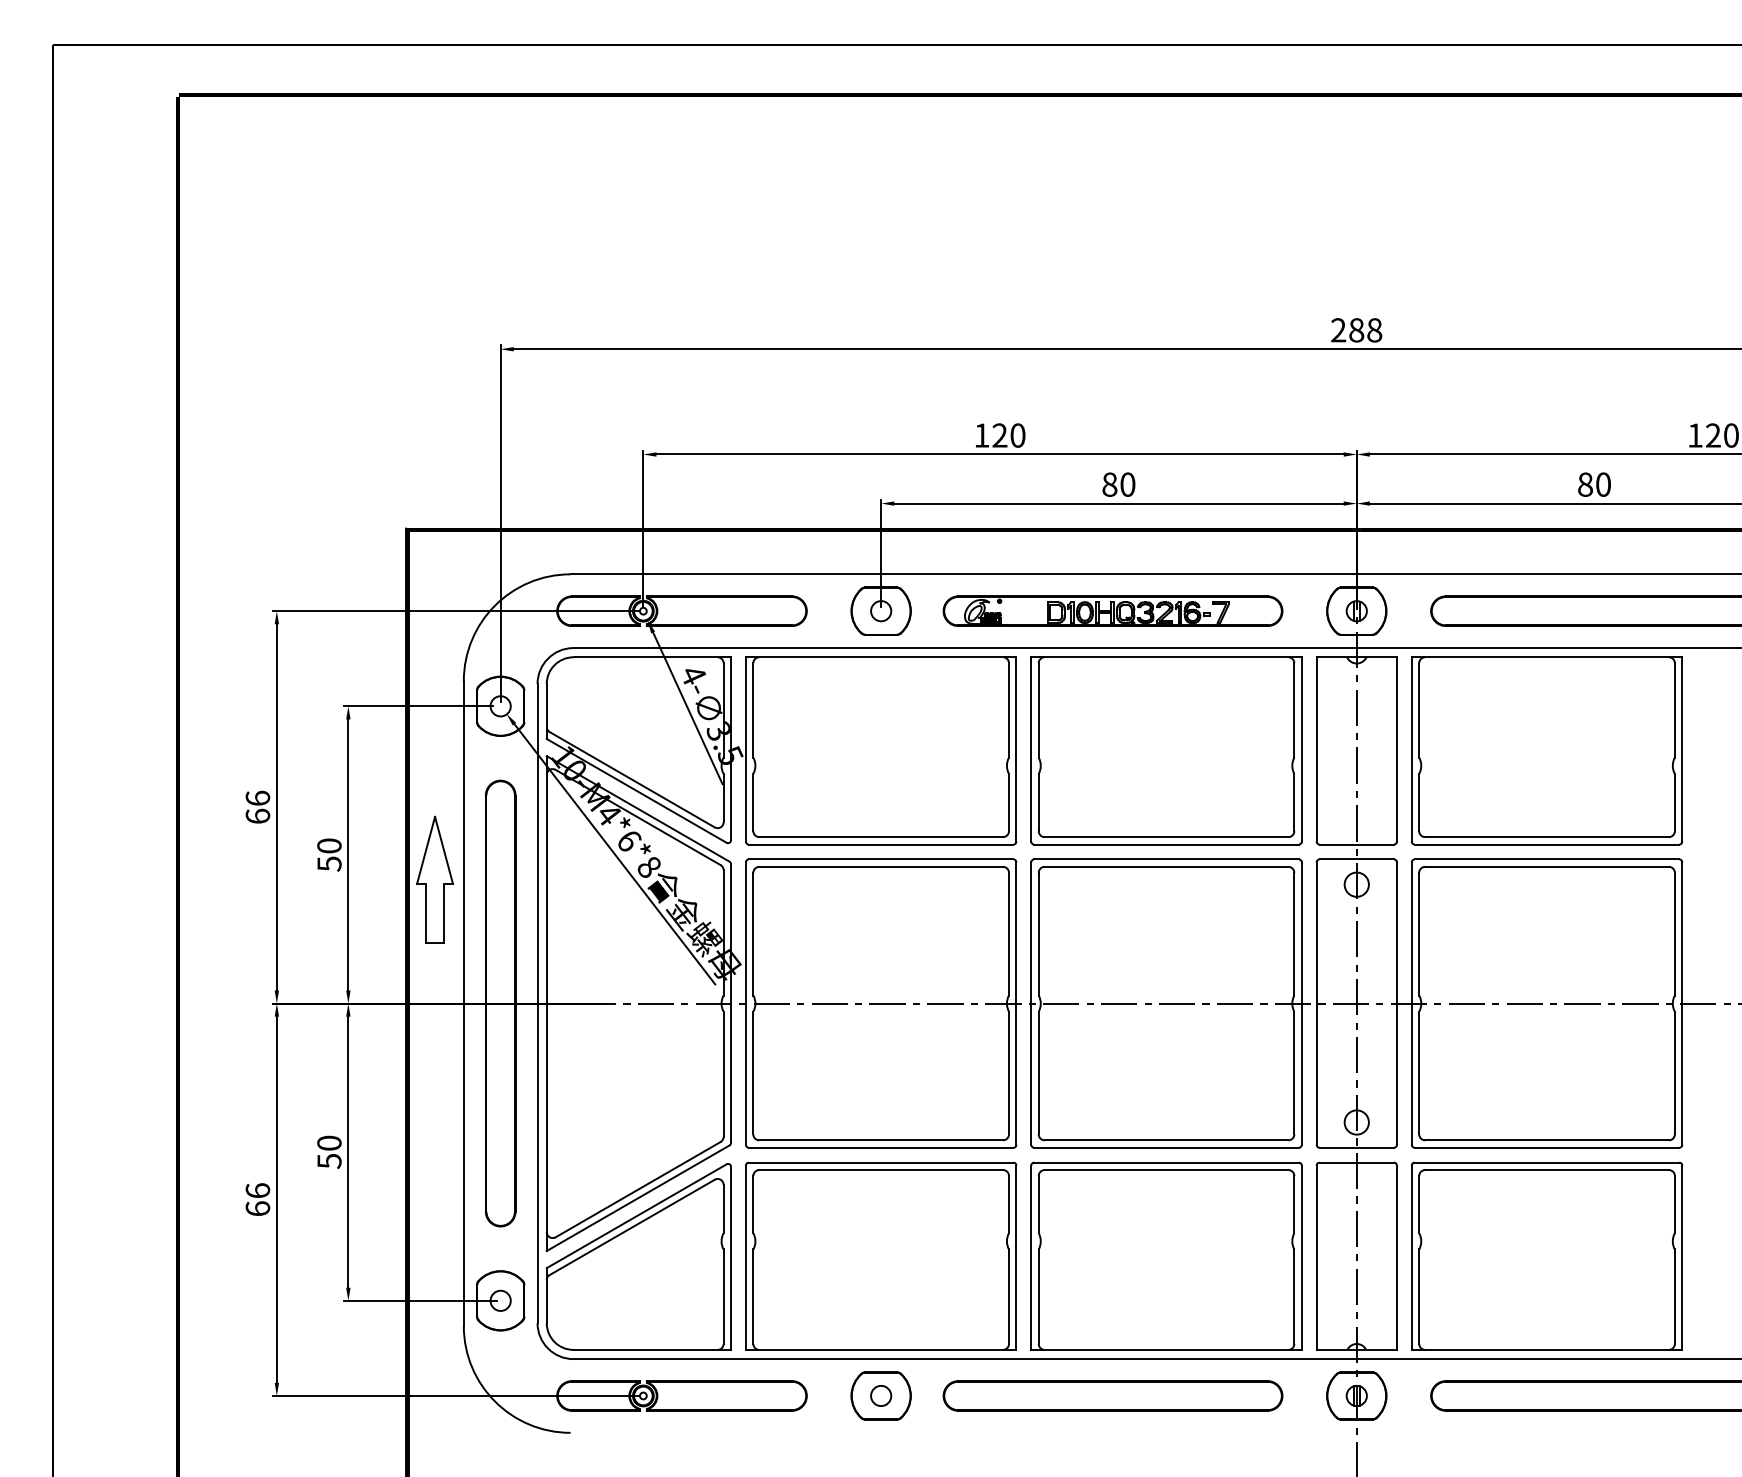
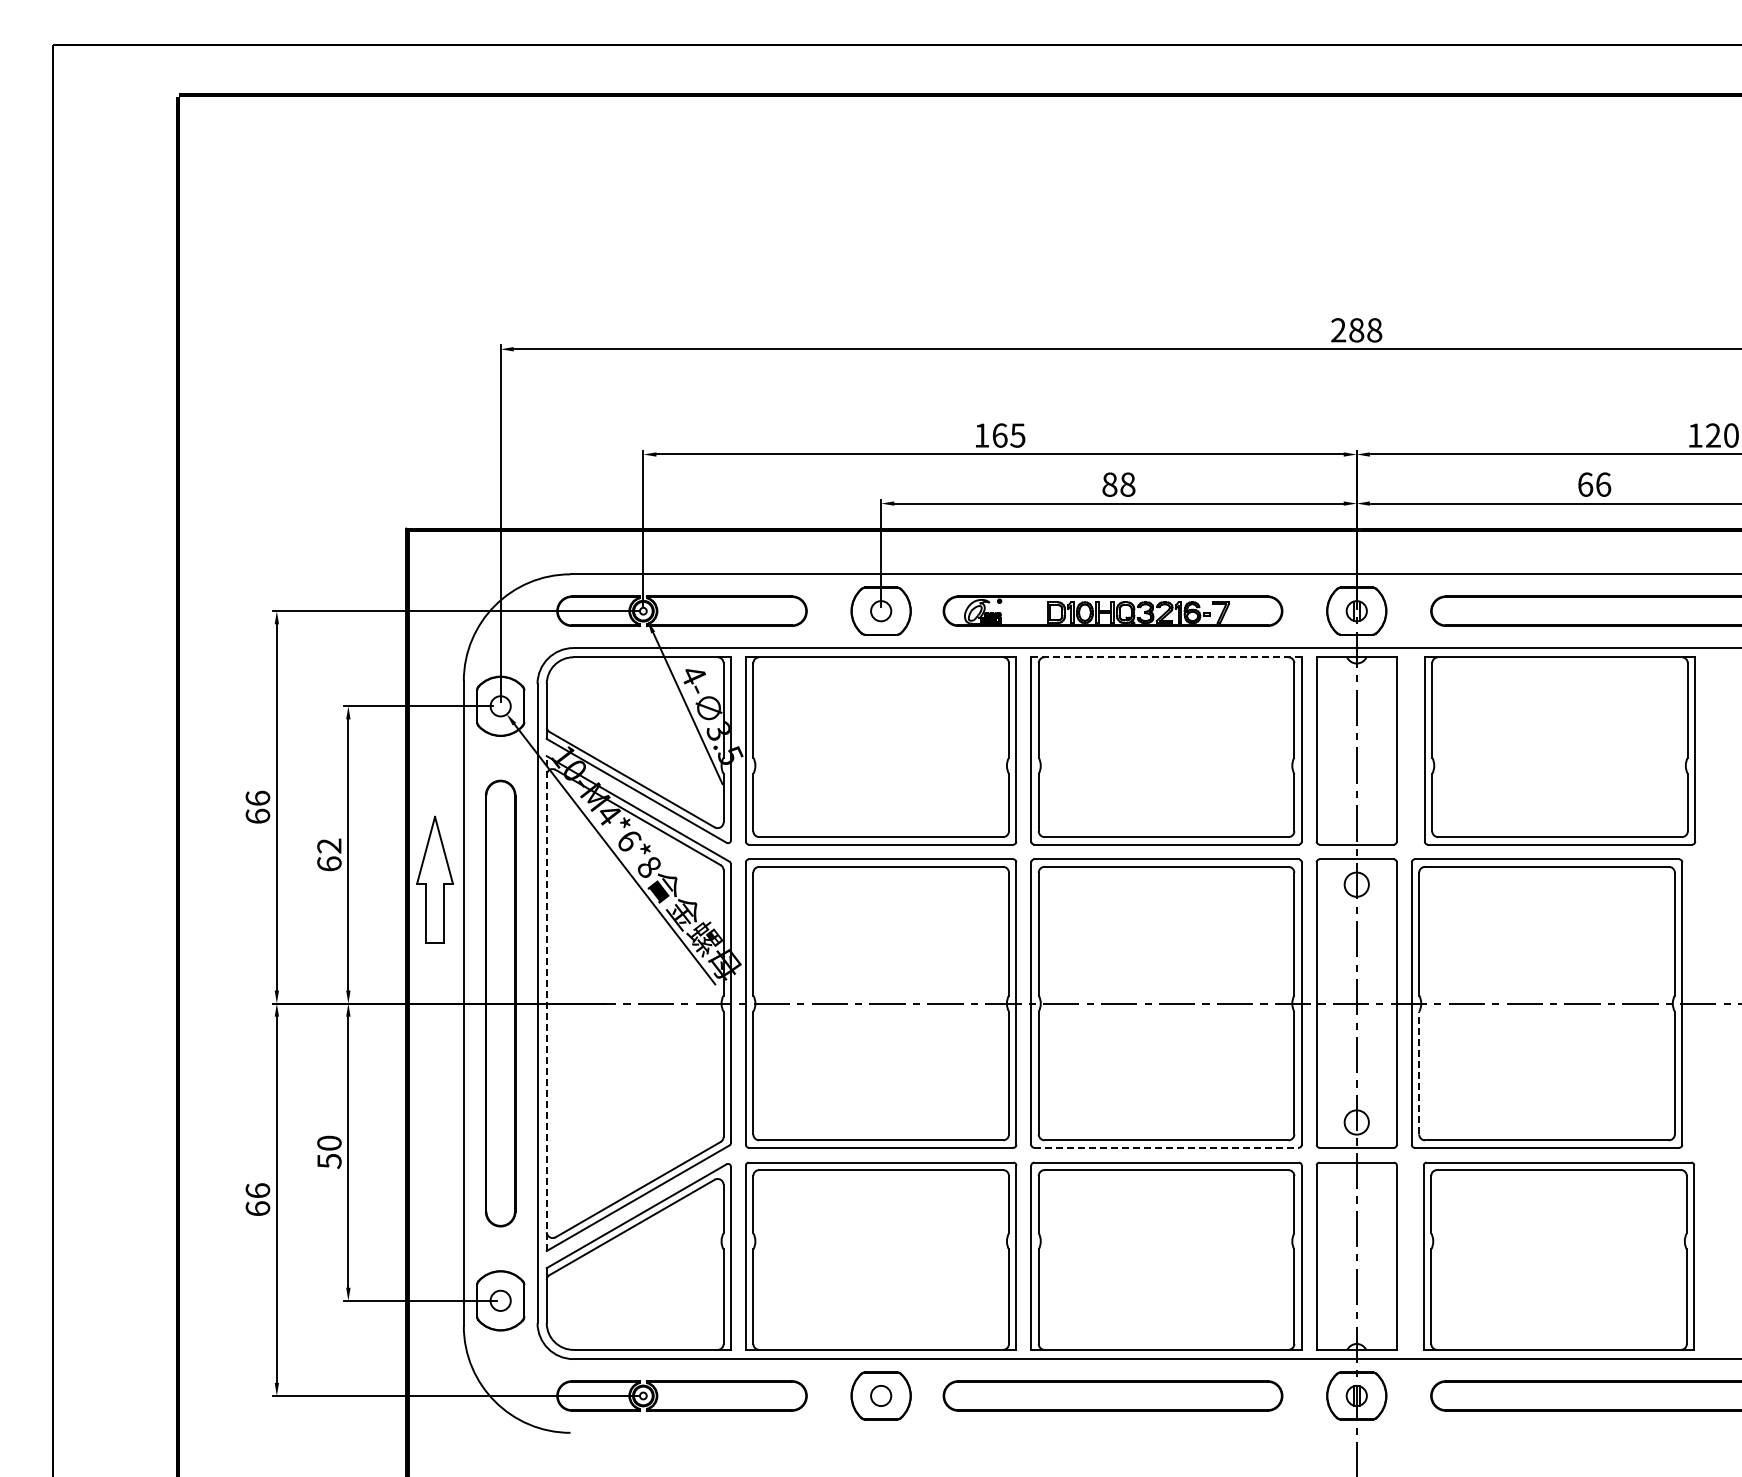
text at (1008, 435): 120 -> 165
text at (1127, 484): 80 -> 88
text at (1594, 484): 80 -> 66
line at (1167, 657): solid -> dashed
part at (1547, 750) position: (1547, 750) -> (1560, 750)
text at (329, 854): 50 -> 62
line at (546, 1003): solid -> dashed
line at (1419, 1072): solid -> dashed
line at (1167, 1147): solid -> dashed
part at (1547, 1255) position: (1547, 1255) -> (1559, 1255)
